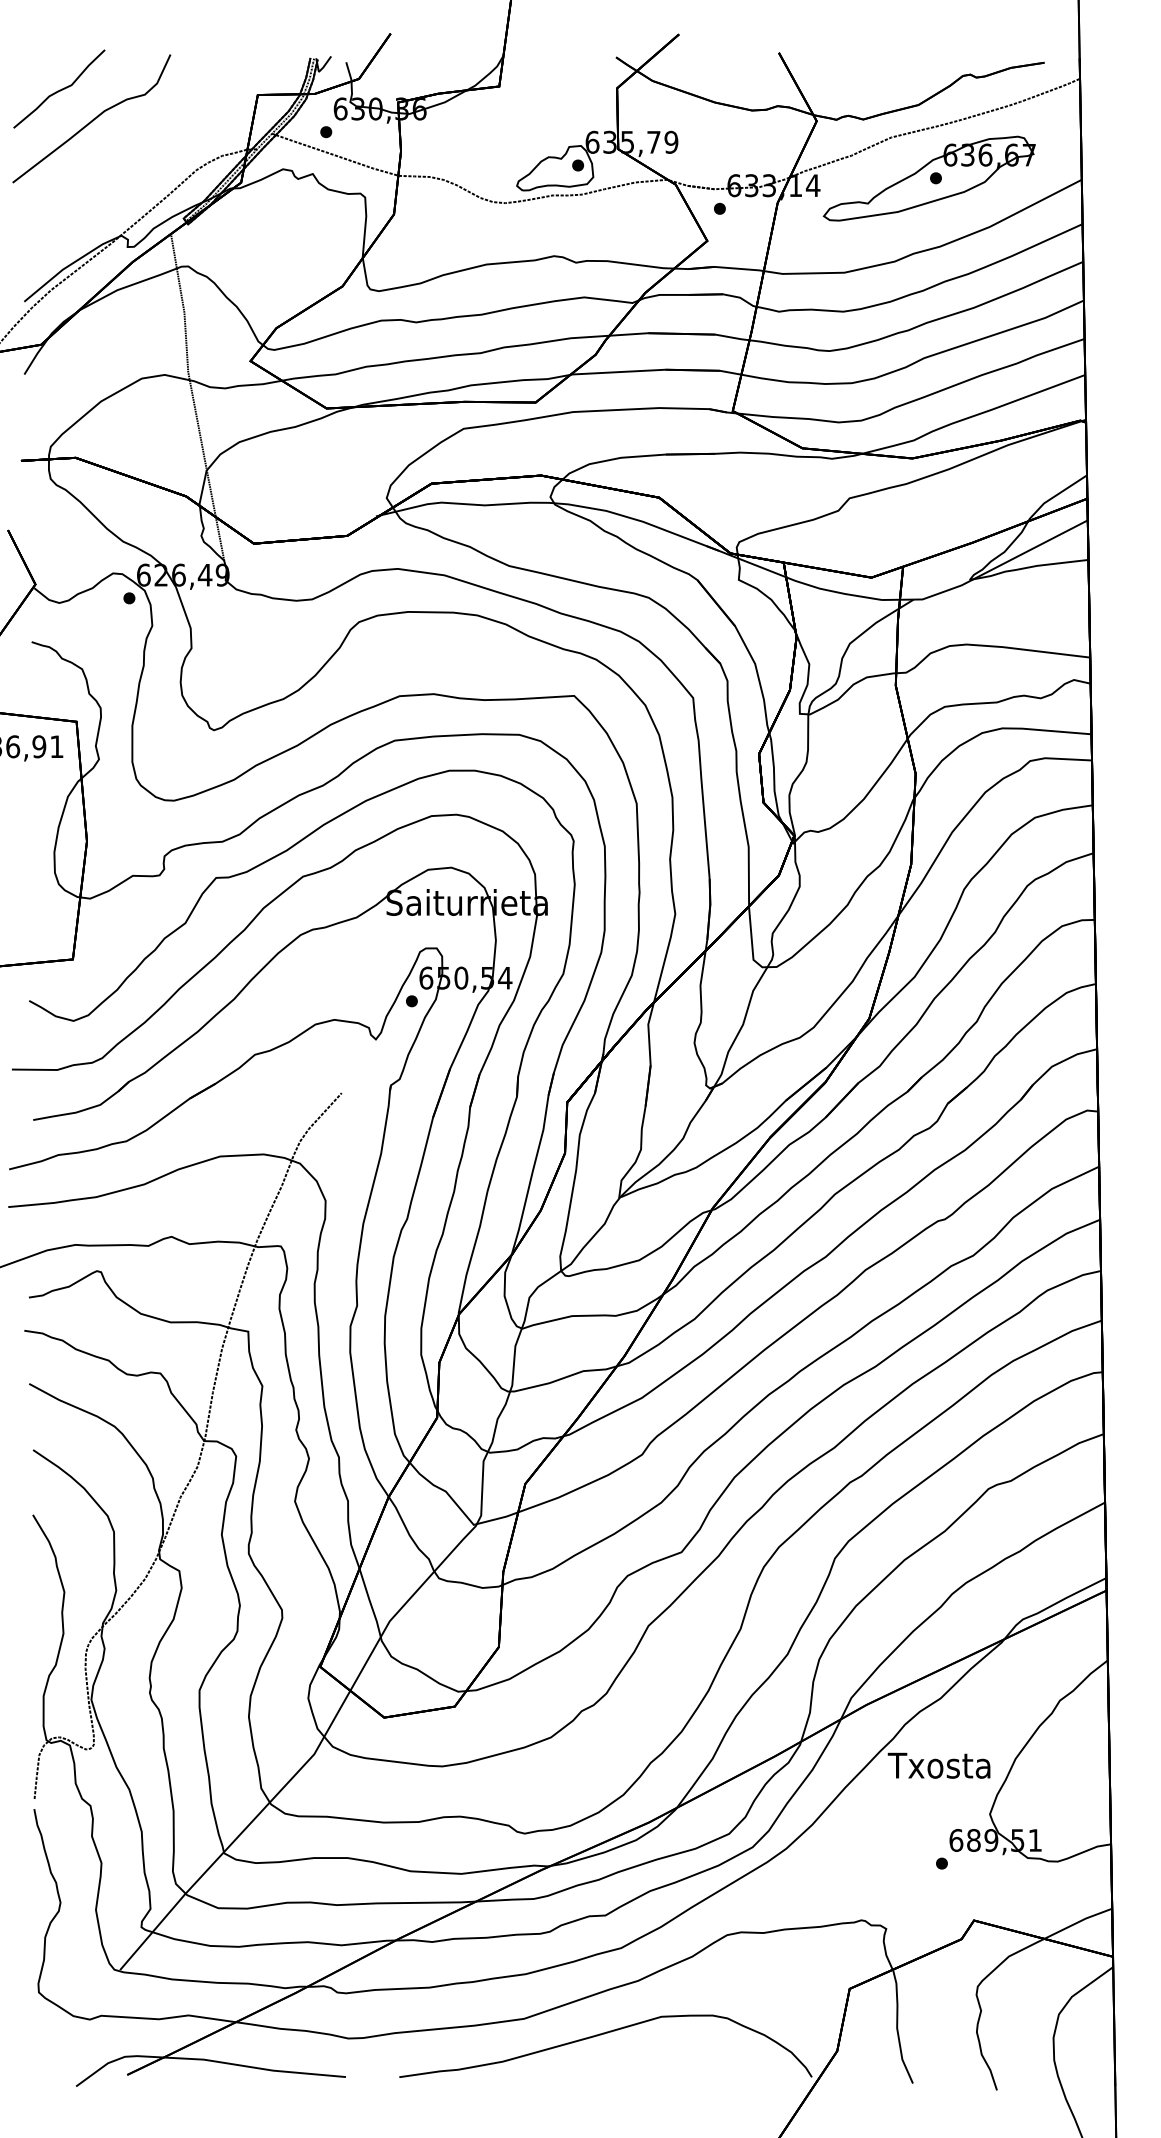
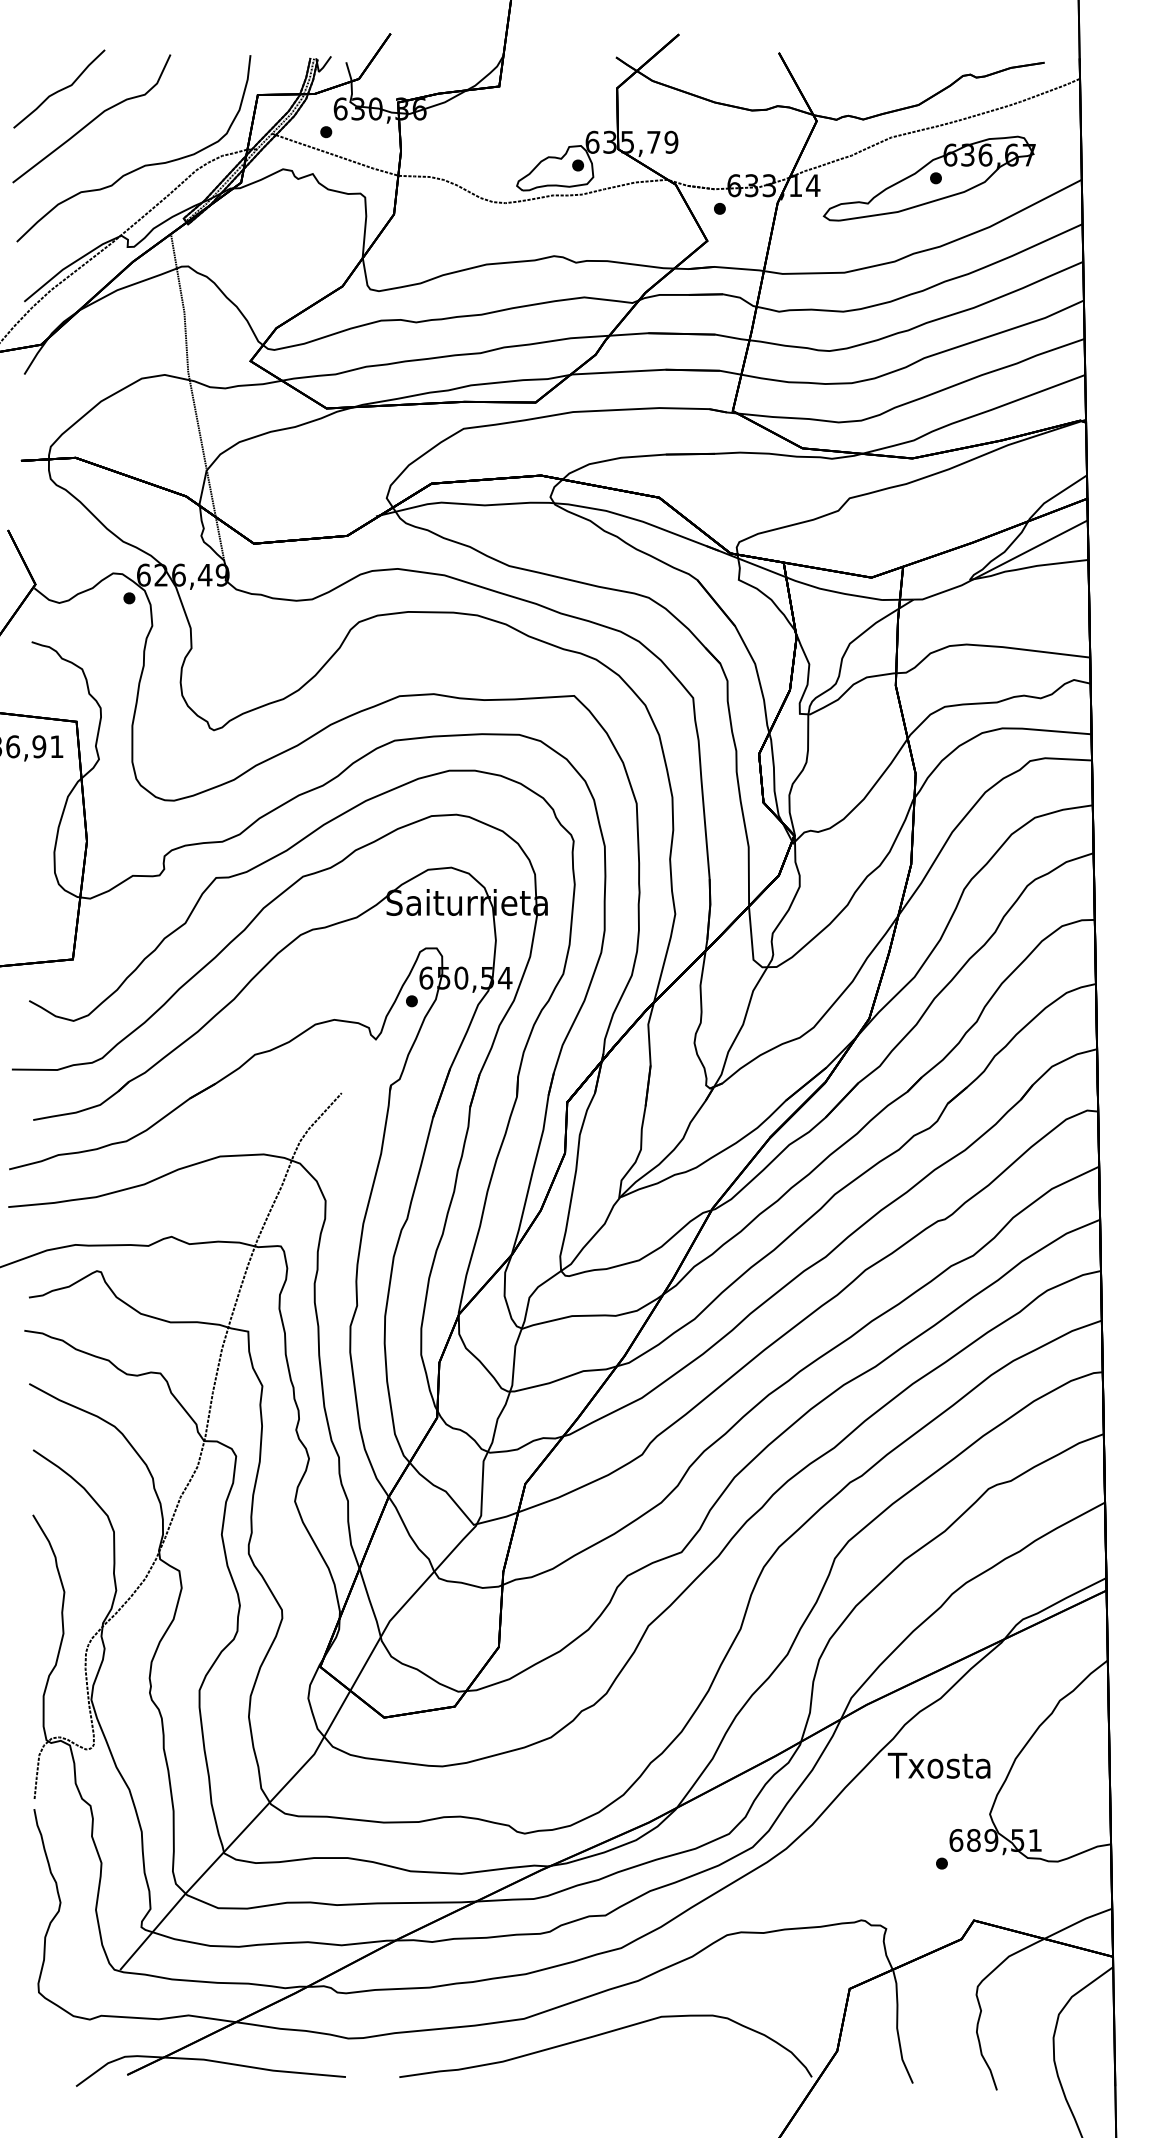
curve at (140, 166): none -> present
